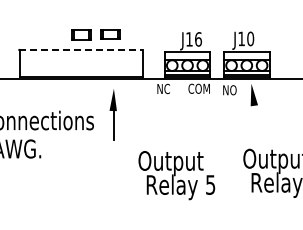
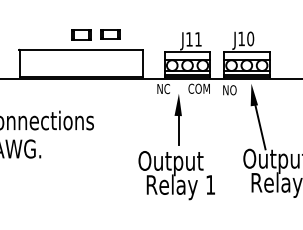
text at (198, 39): J16 -> J11
line at (81, 49): dashed -> solid
part at (112, 114) position: (112, 114) -> (177, 119)
line at (260, 126): none -> present
text at (210, 184): 5 -> 1
